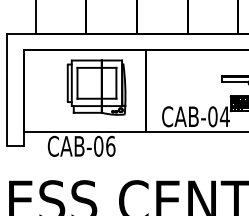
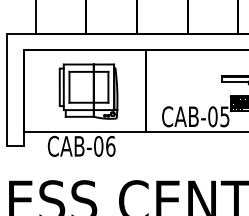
part at (96, 87) position: (96, 87) -> (88, 91)
text at (224, 116): CAB-04 -> CAB-05
